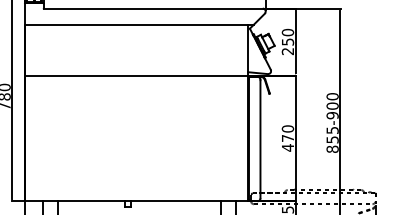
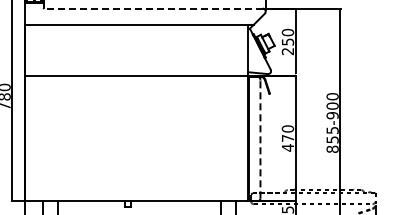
line at (152, 8): solid -> dashed
line at (260, 138): solid -> dashed
